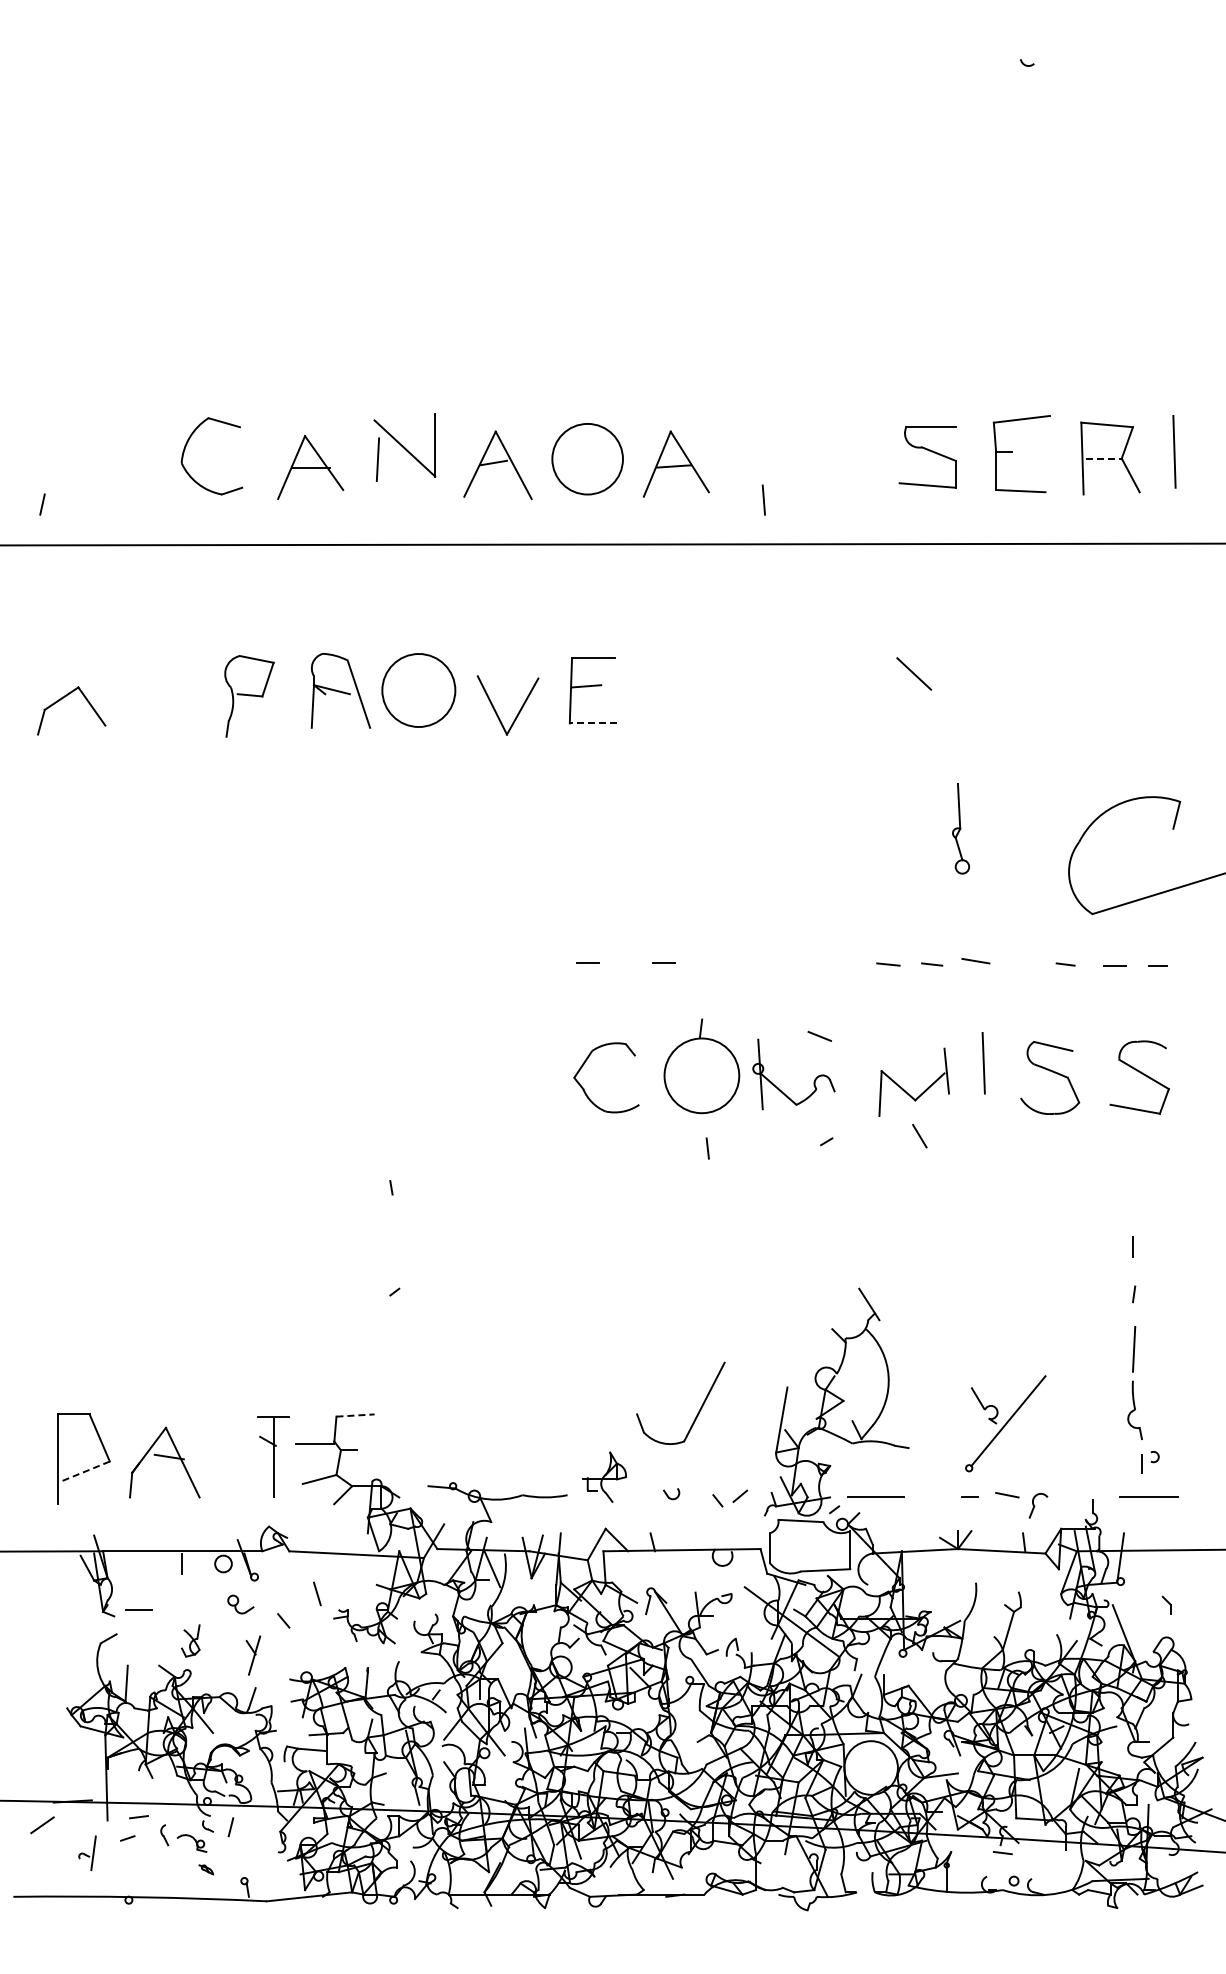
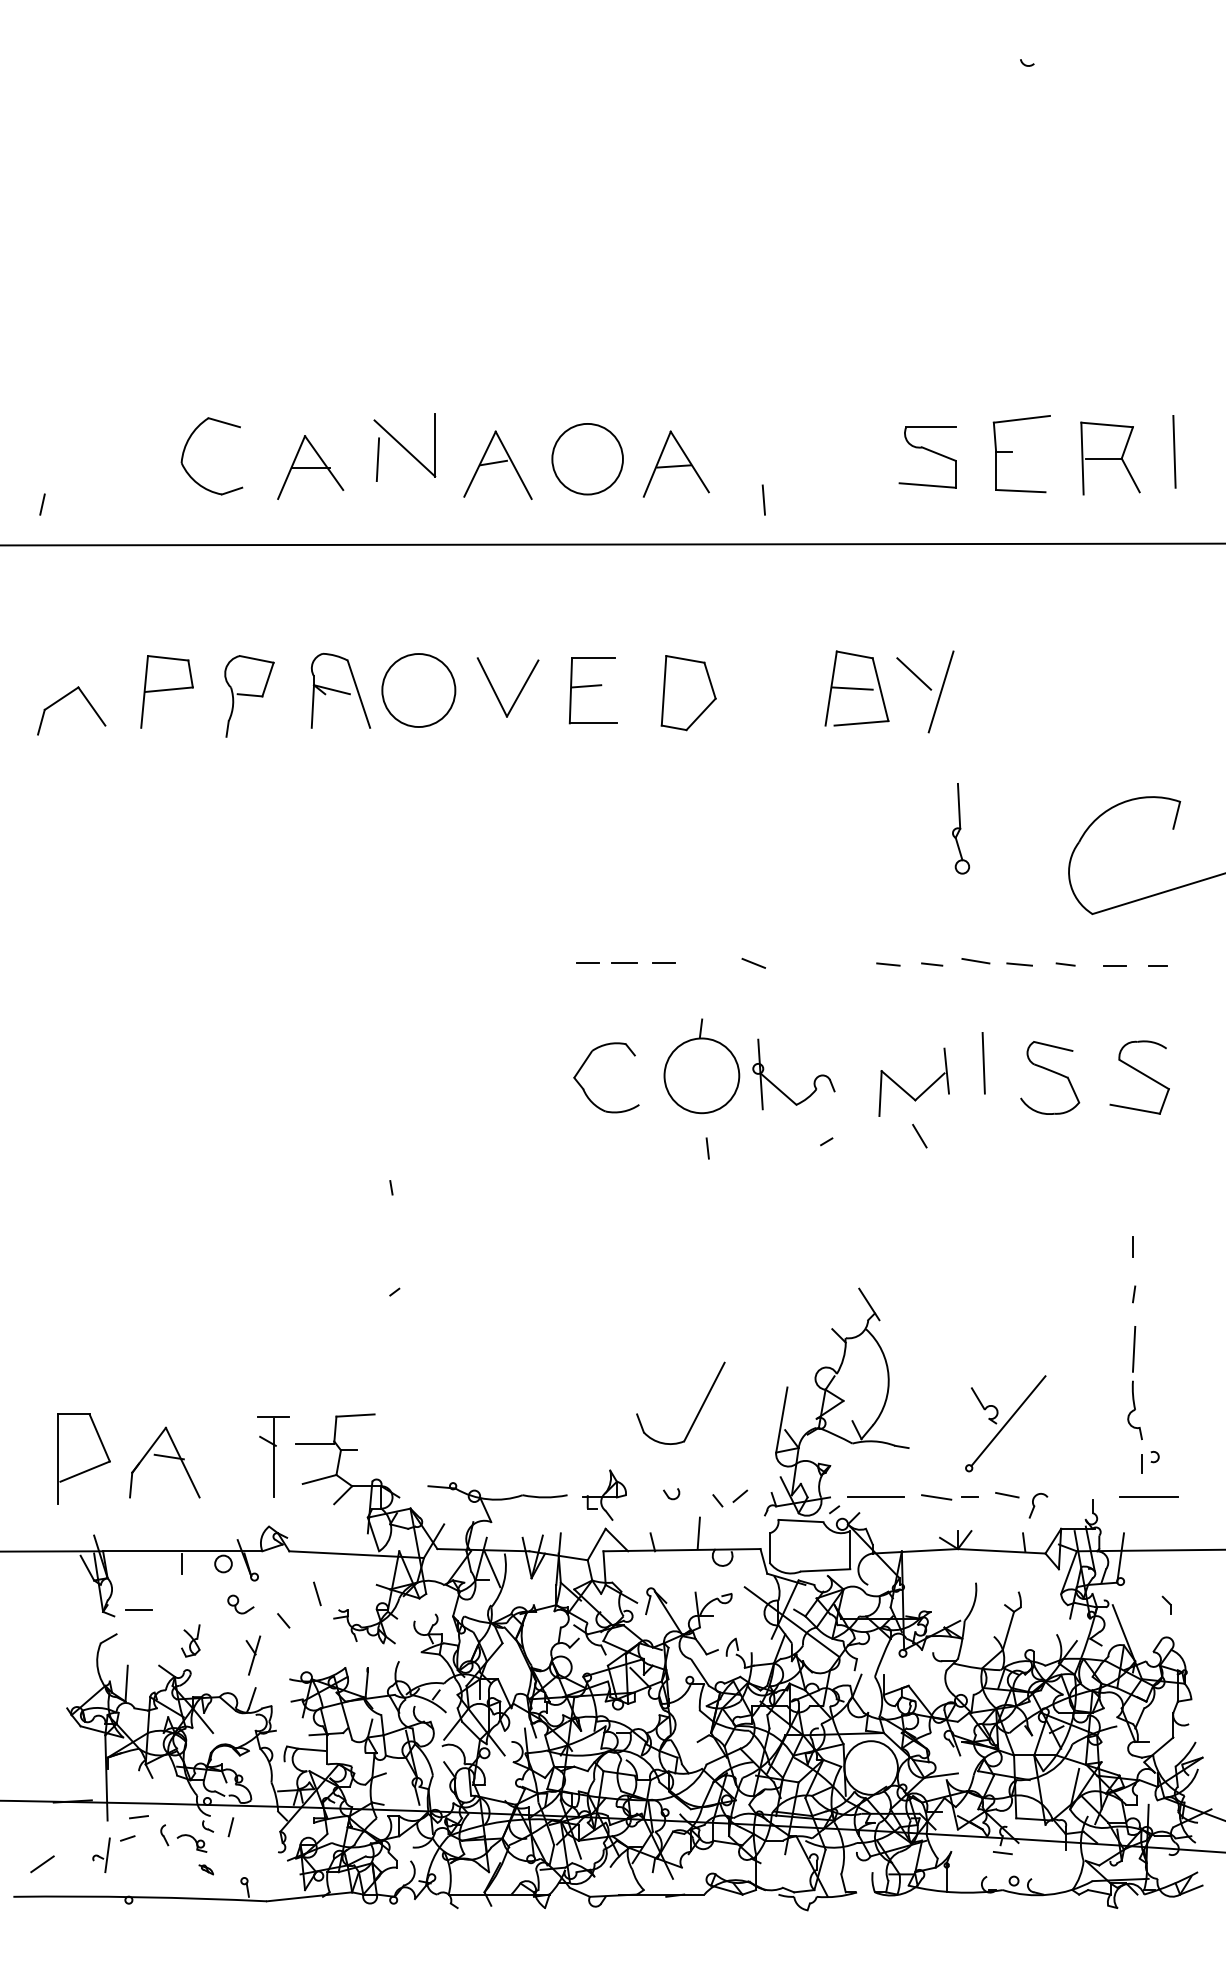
line at (1103, 458): dashed -> solid
part at (856, 688): none -> present
part at (166, 691): none -> present
line at (940, 691): none -> present
part at (688, 693): none -> present
part at (496, 711) position: (496, 711) -> (496, 693)
line at (593, 723): dashed -> solid
line at (624, 963): none -> present
line at (1019, 964): none -> present
line at (819, 1035) position: (819, 1035) -> (753, 962)
line at (356, 1415): dashed -> solid
line at (85, 1471): dashed -> solid
part at (604, 1476) position: (604, 1476) -> (604, 1494)
line at (936, 1497): none -> present
line at (698, 1533): none -> present
line at (42, 1825) position: (42, 1825) -> (42, 1864)
part at (87, 1853) position: (87, 1853) -> (101, 1855)
